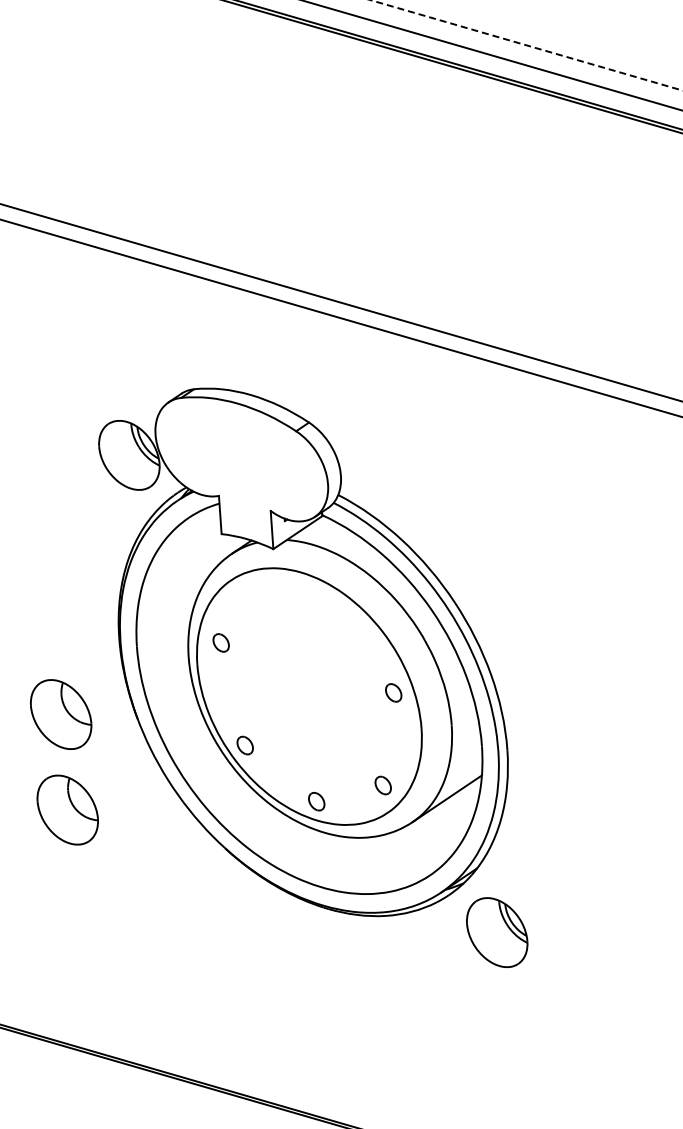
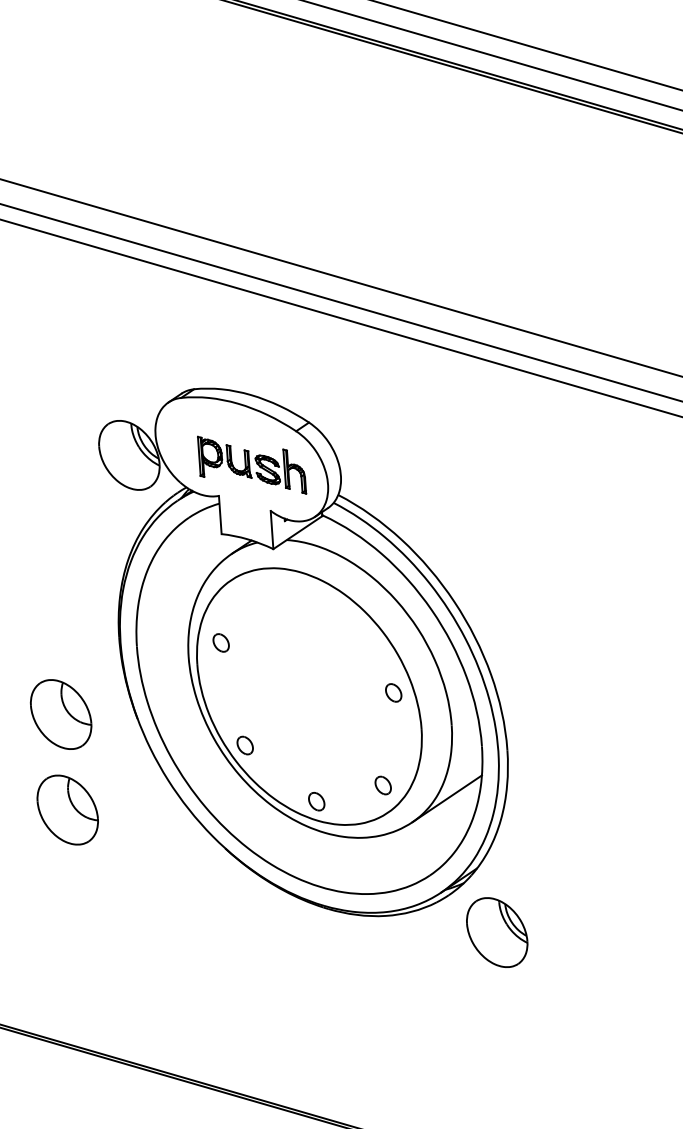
line at (526, 45): dashed -> solid
line at (340, 277): none -> present
part at (252, 464): none -> present
